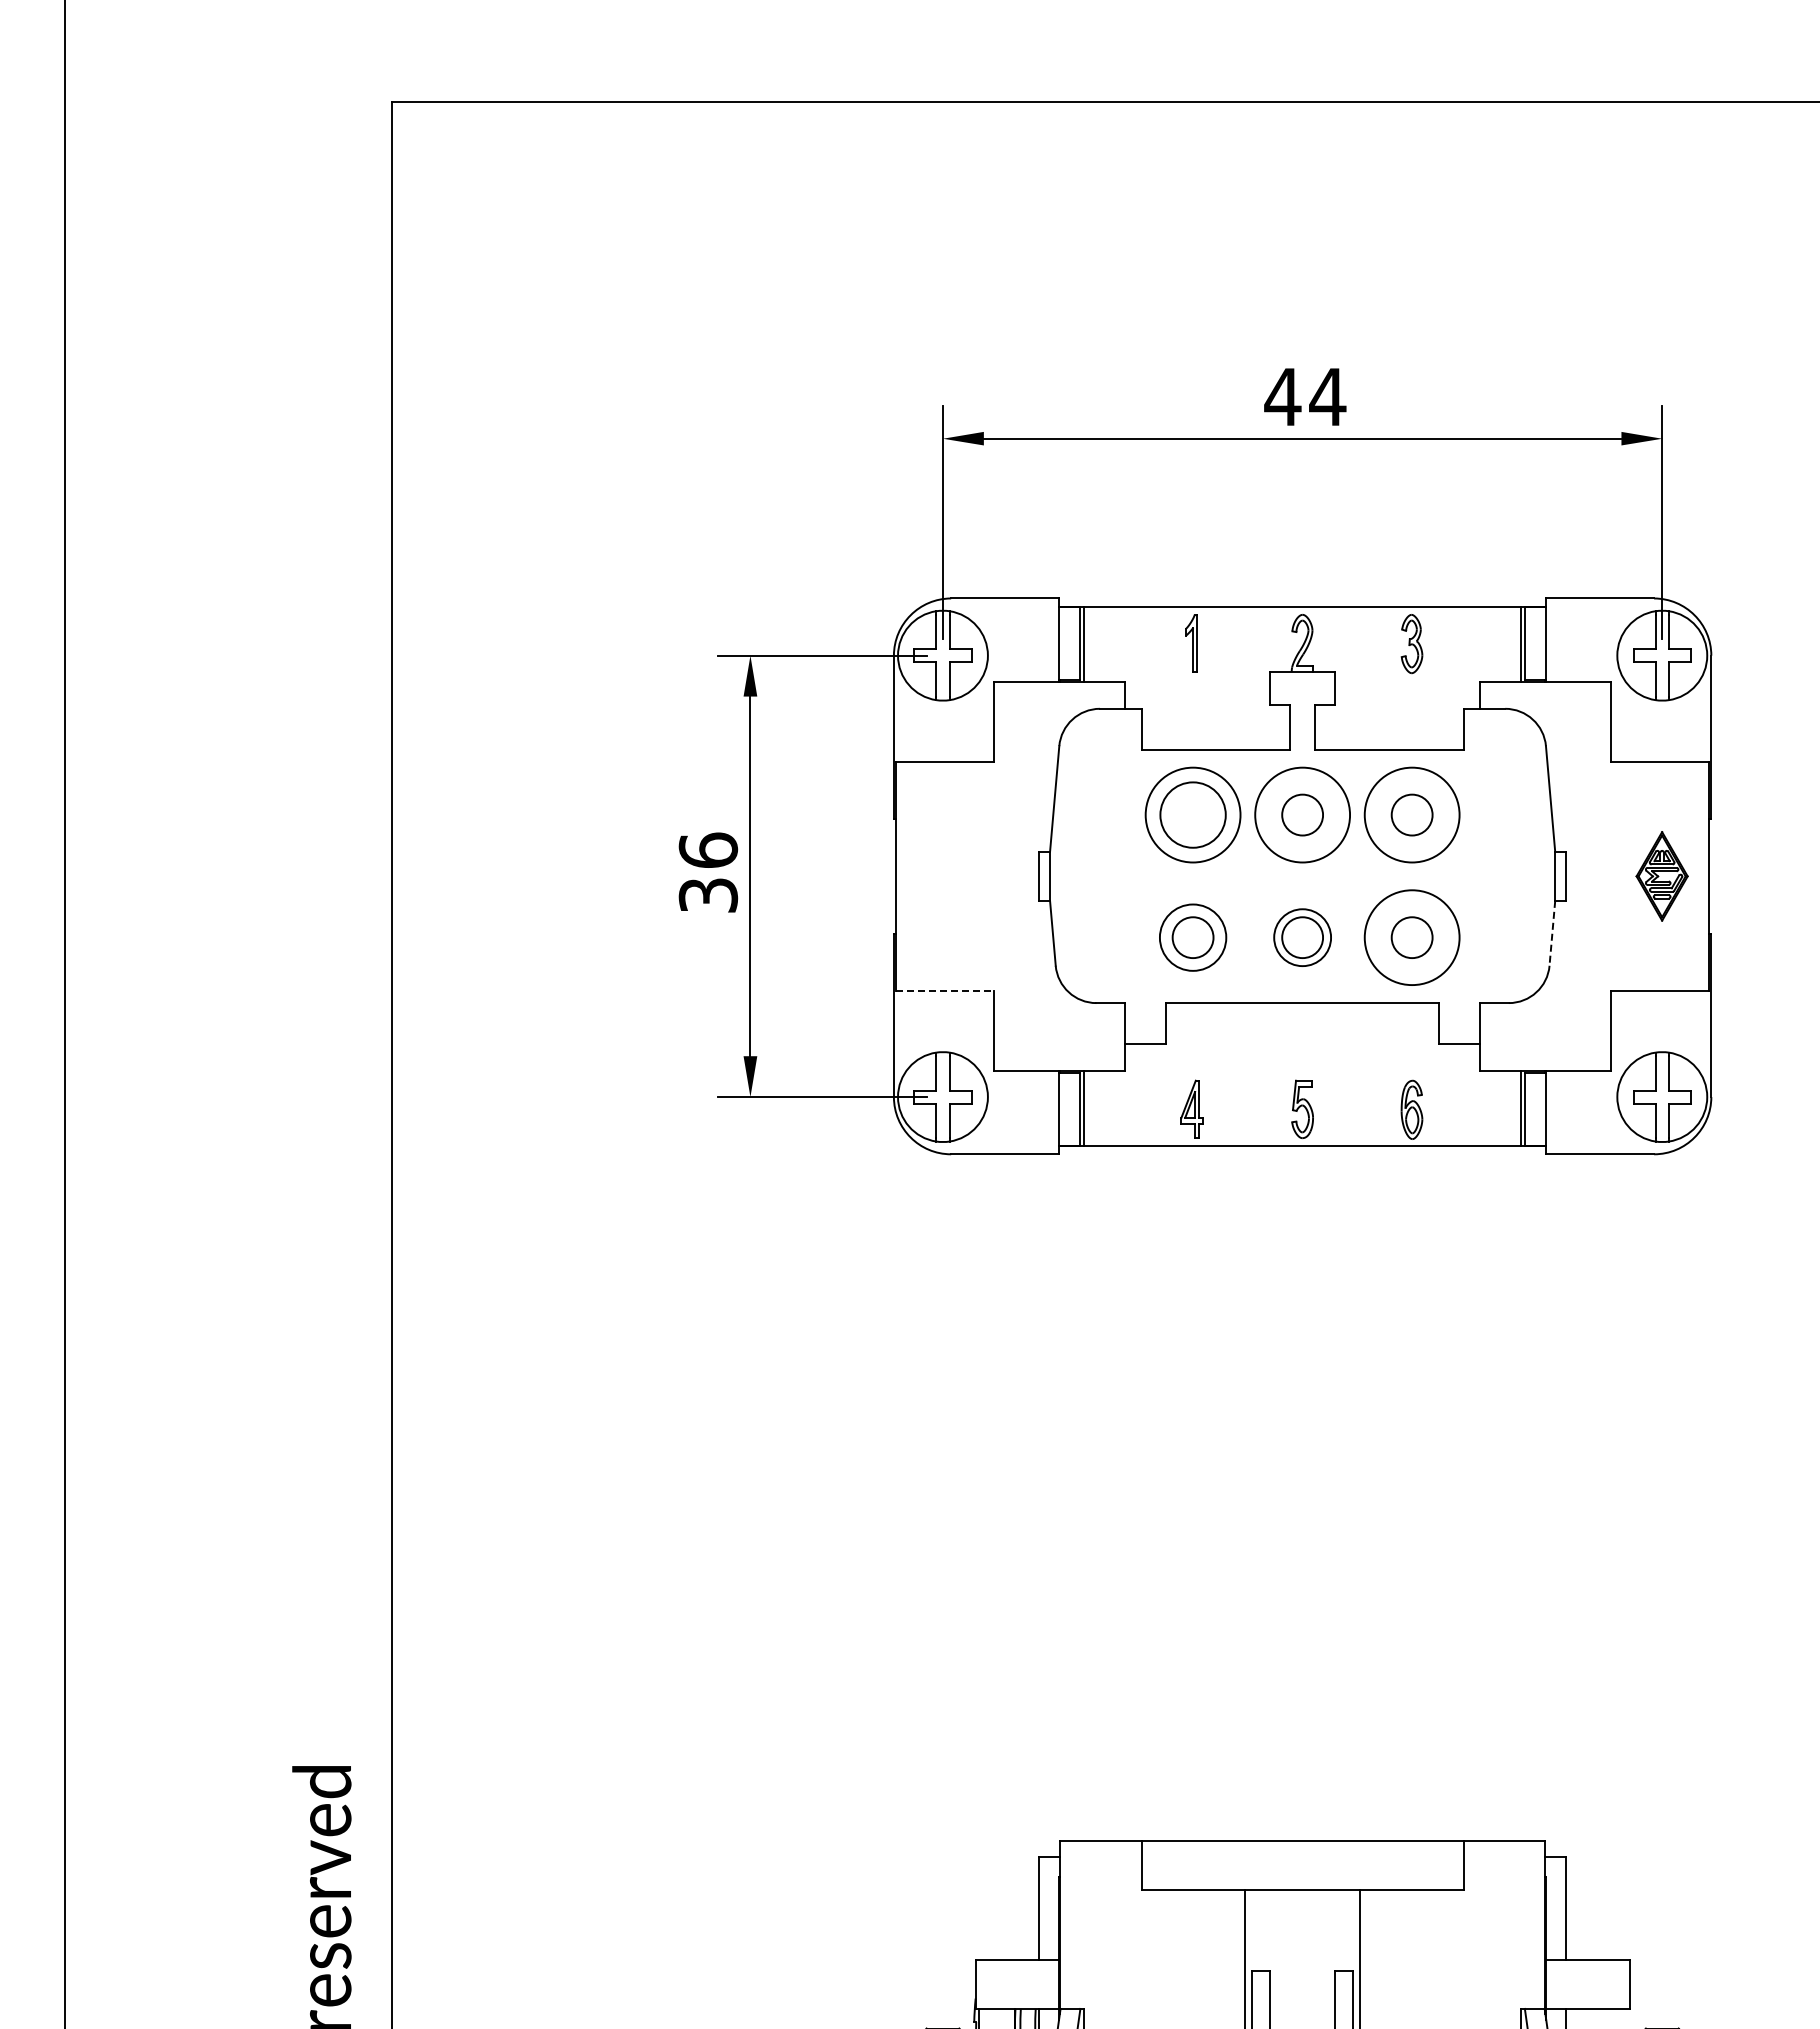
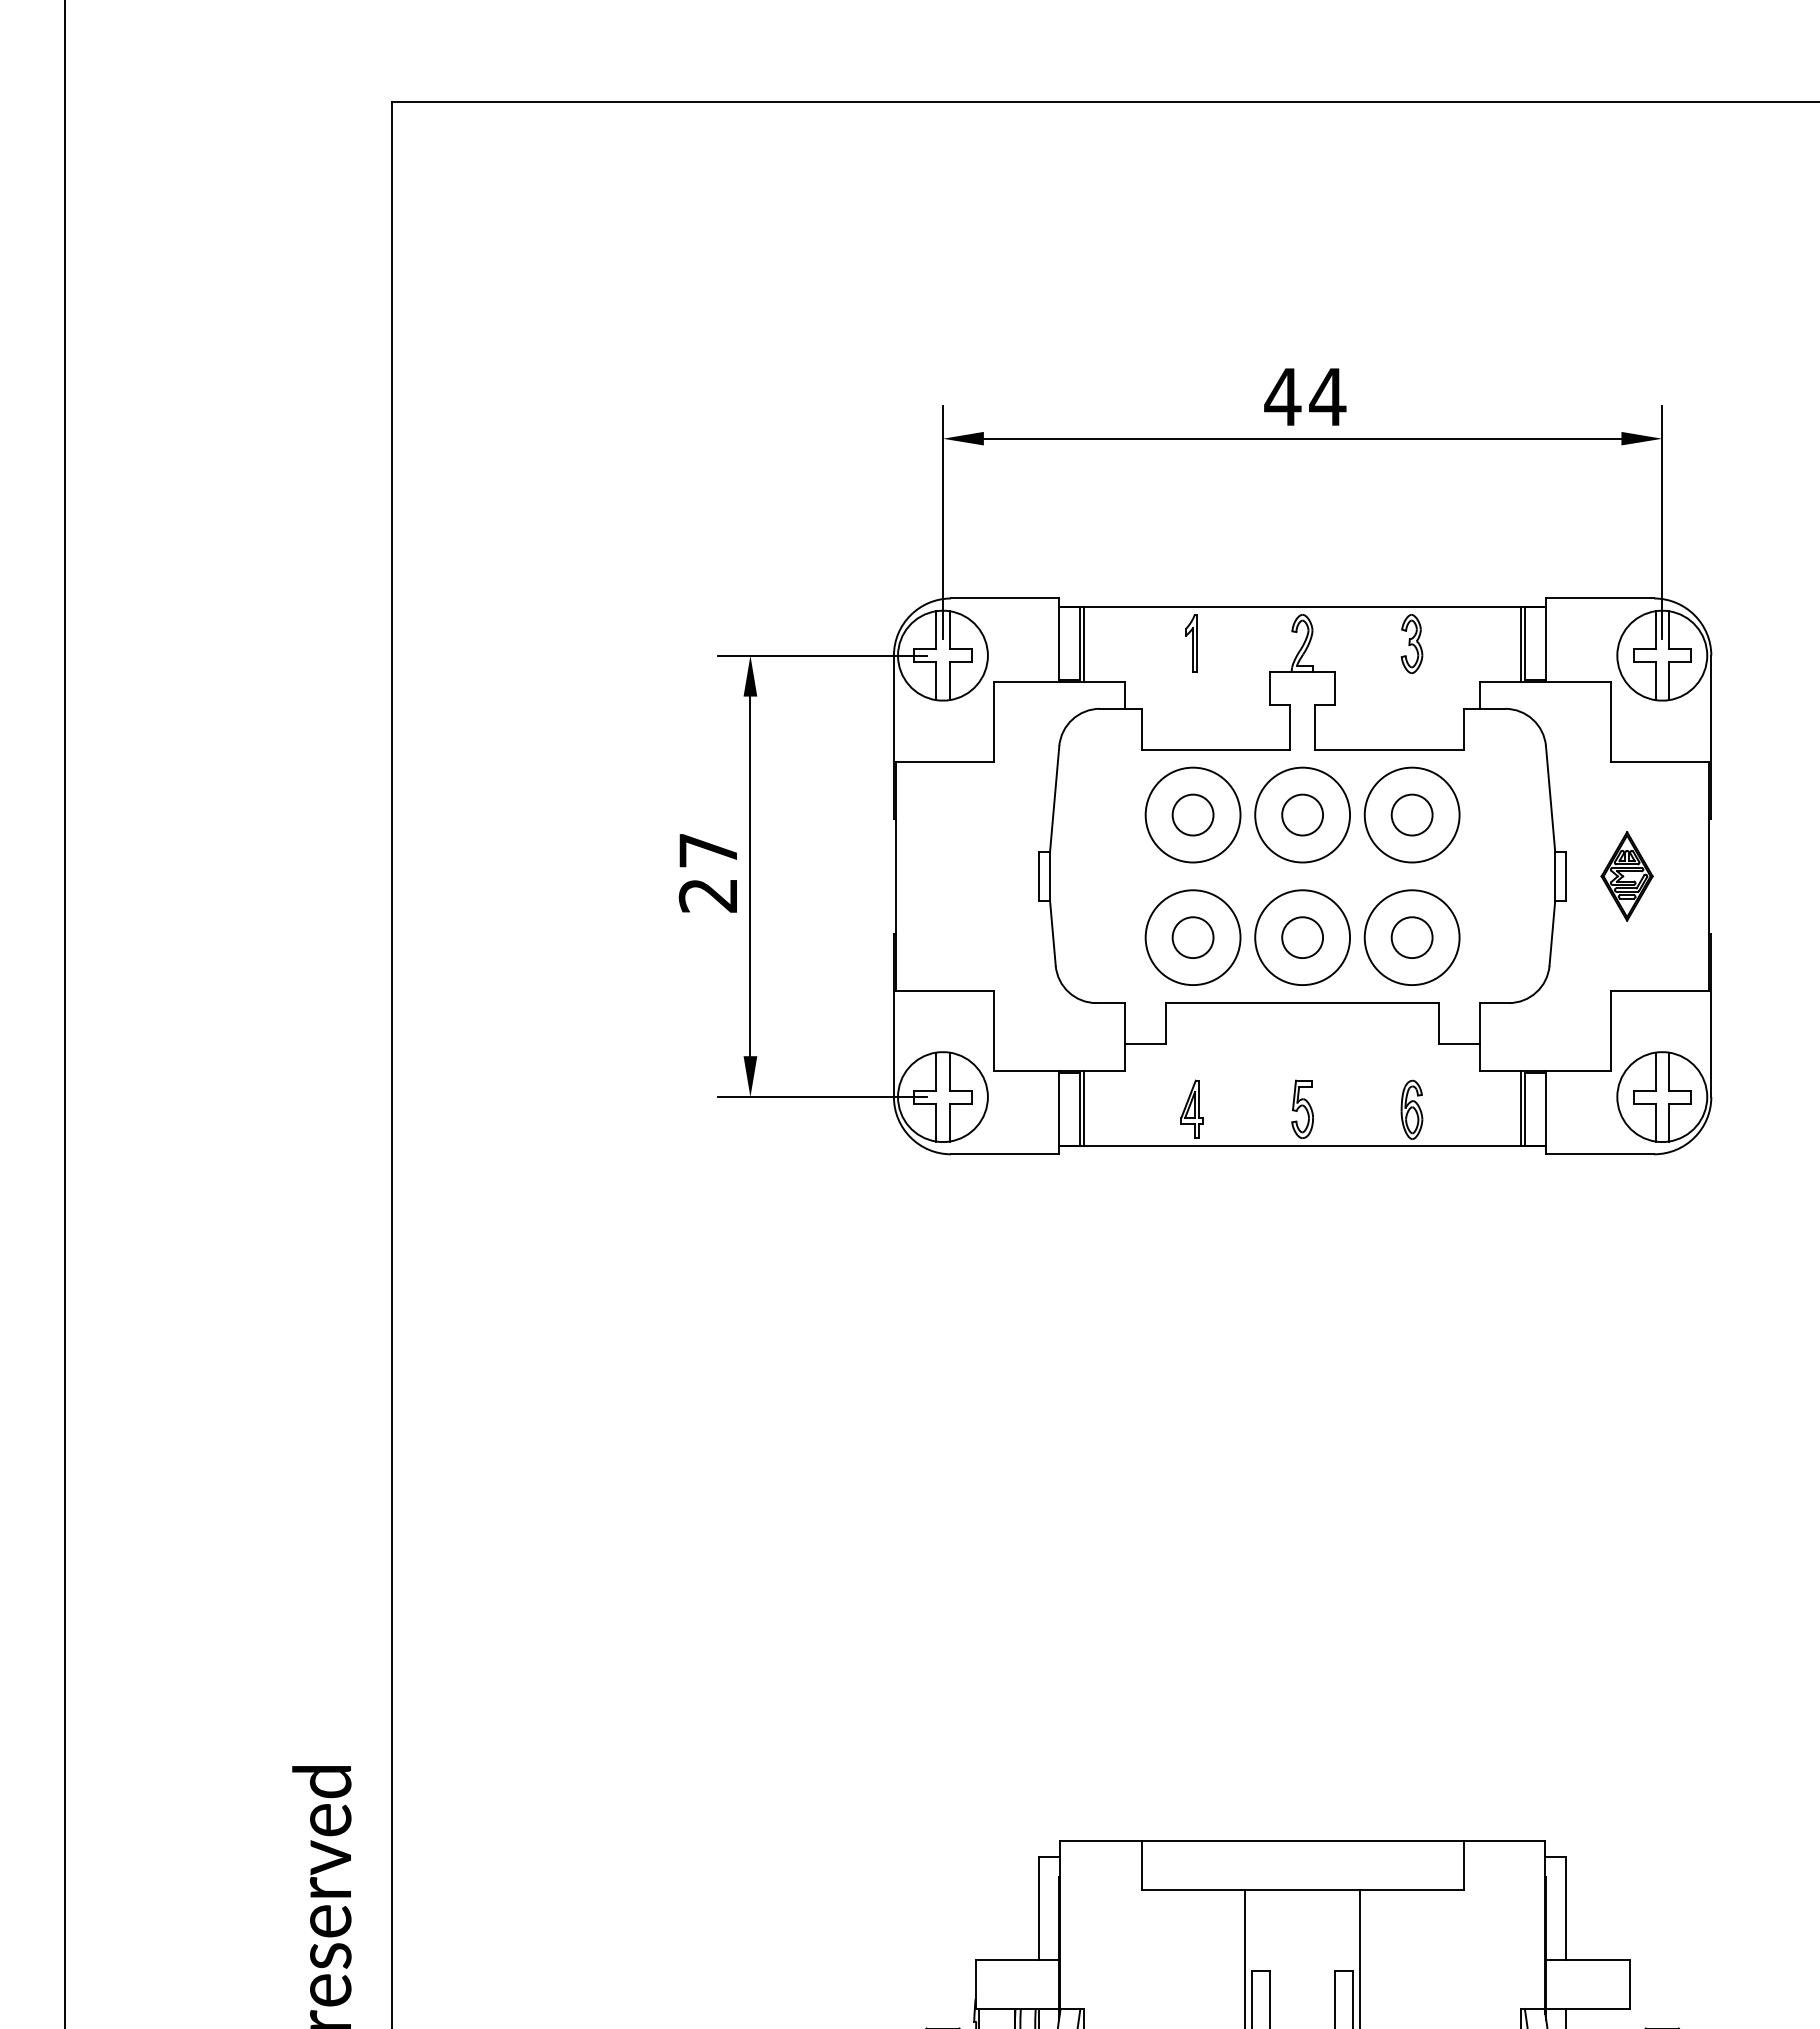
circle at (1192, 814) diameter: 65 px -> 41 px
text at (708, 872): 36 -> 27
part at (1661, 876) position: (1661, 876) -> (1626, 876)
line at (1552, 933): dashed -> solid
circle at (1192, 937) diameter: 66 px -> 95 px
circle at (1302, 937) diameter: 57 px -> 95 px
line at (945, 990): dashed -> solid
